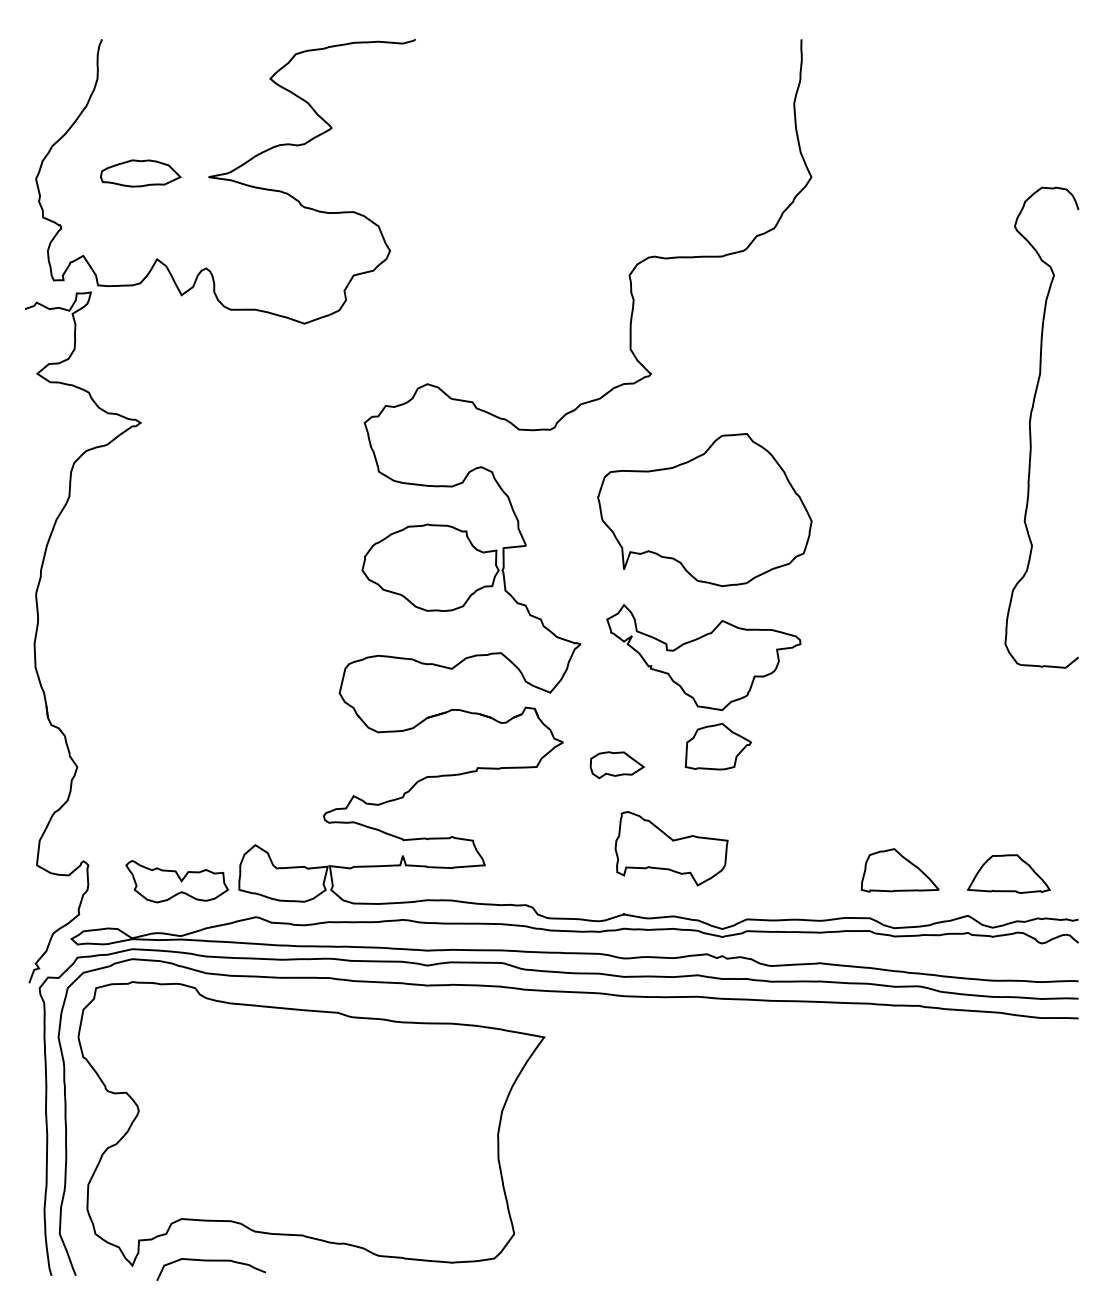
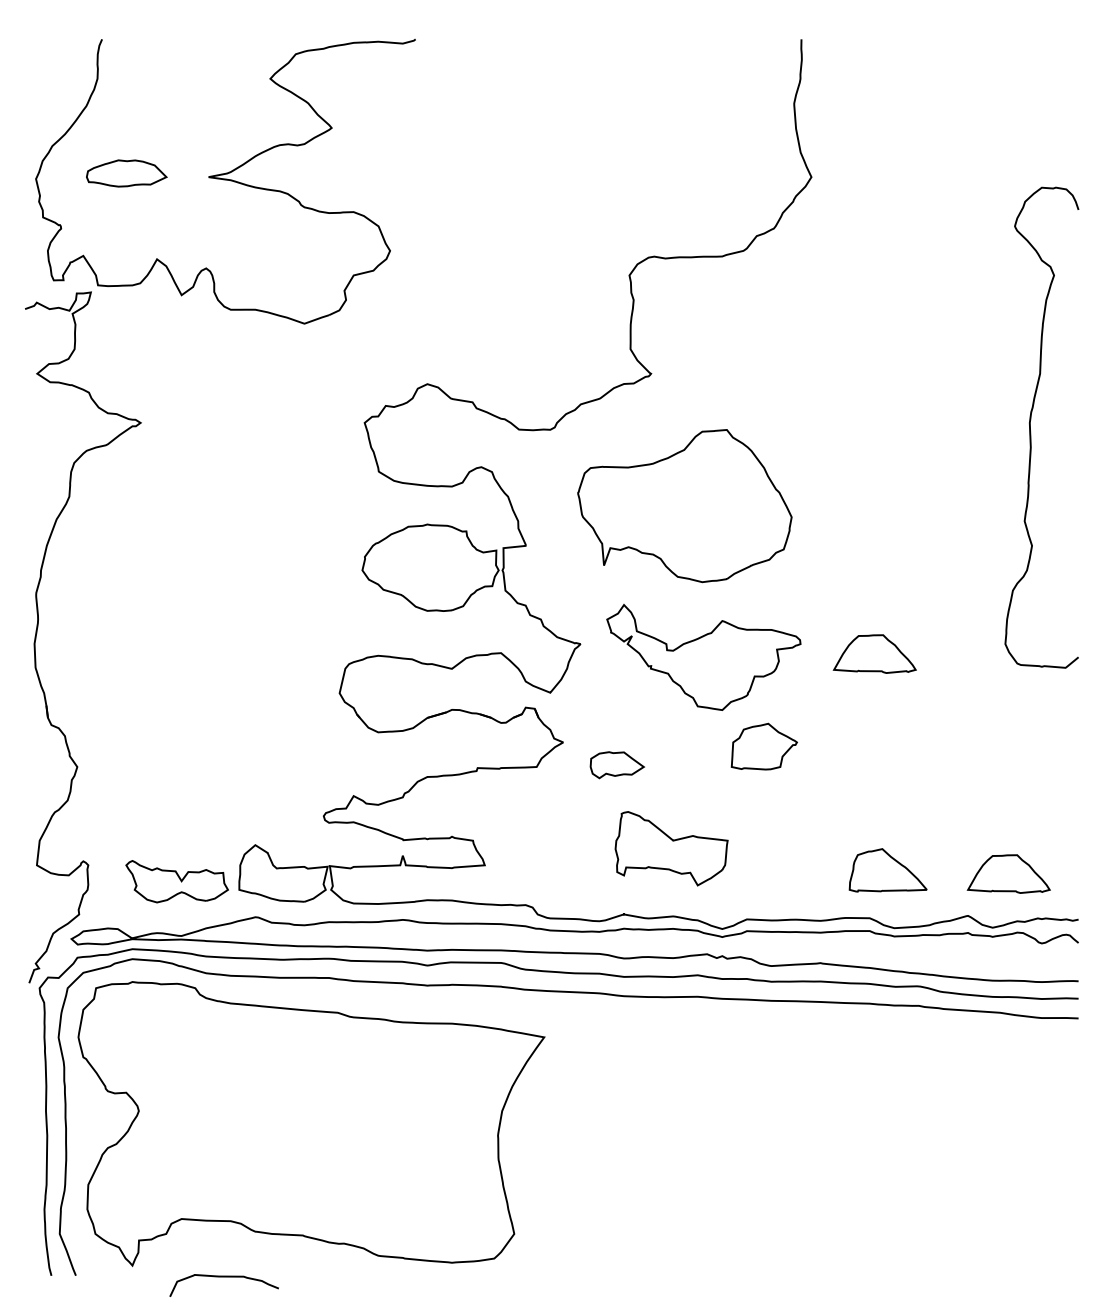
part at (140, 173) position: (140, 173) -> (126, 173)
part at (704, 510) position: (704, 510) -> (684, 506)
part at (874, 653): none -> present
part at (717, 746) position: (717, 746) -> (763, 746)
part at (899, 870) position: (899, 870) -> (887, 870)
curve at (210, 1261) position: (210, 1261) -> (223, 1277)
